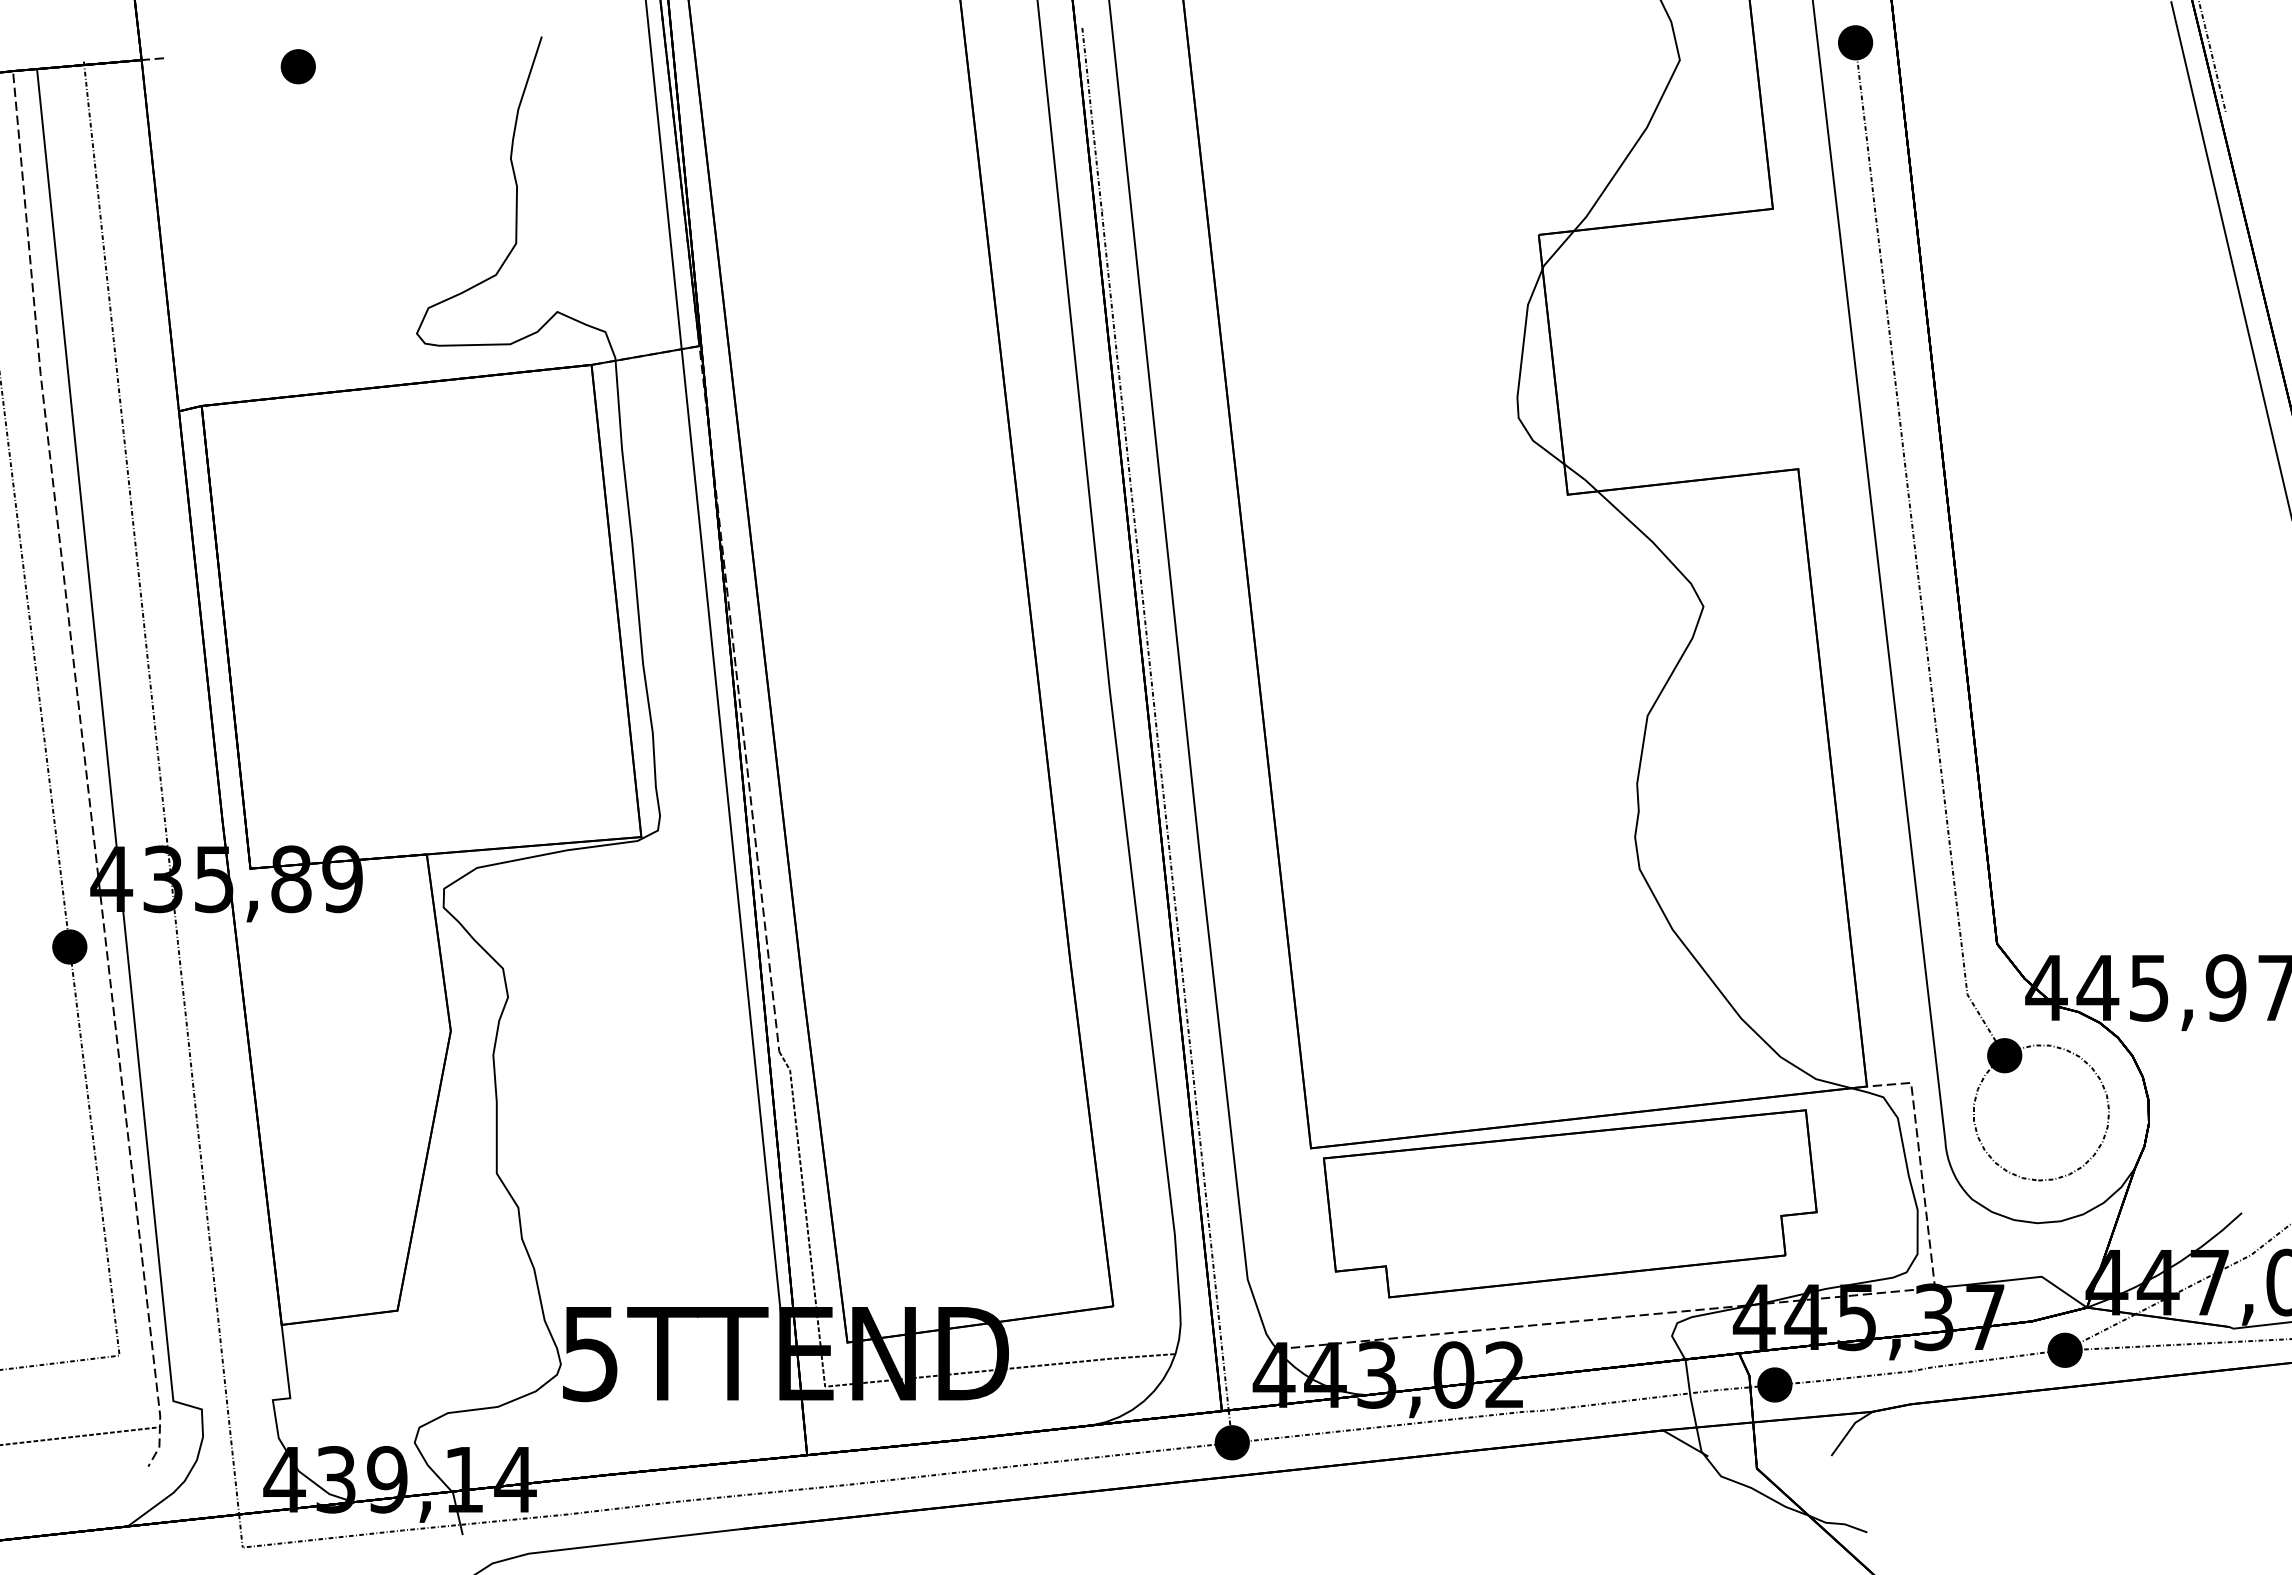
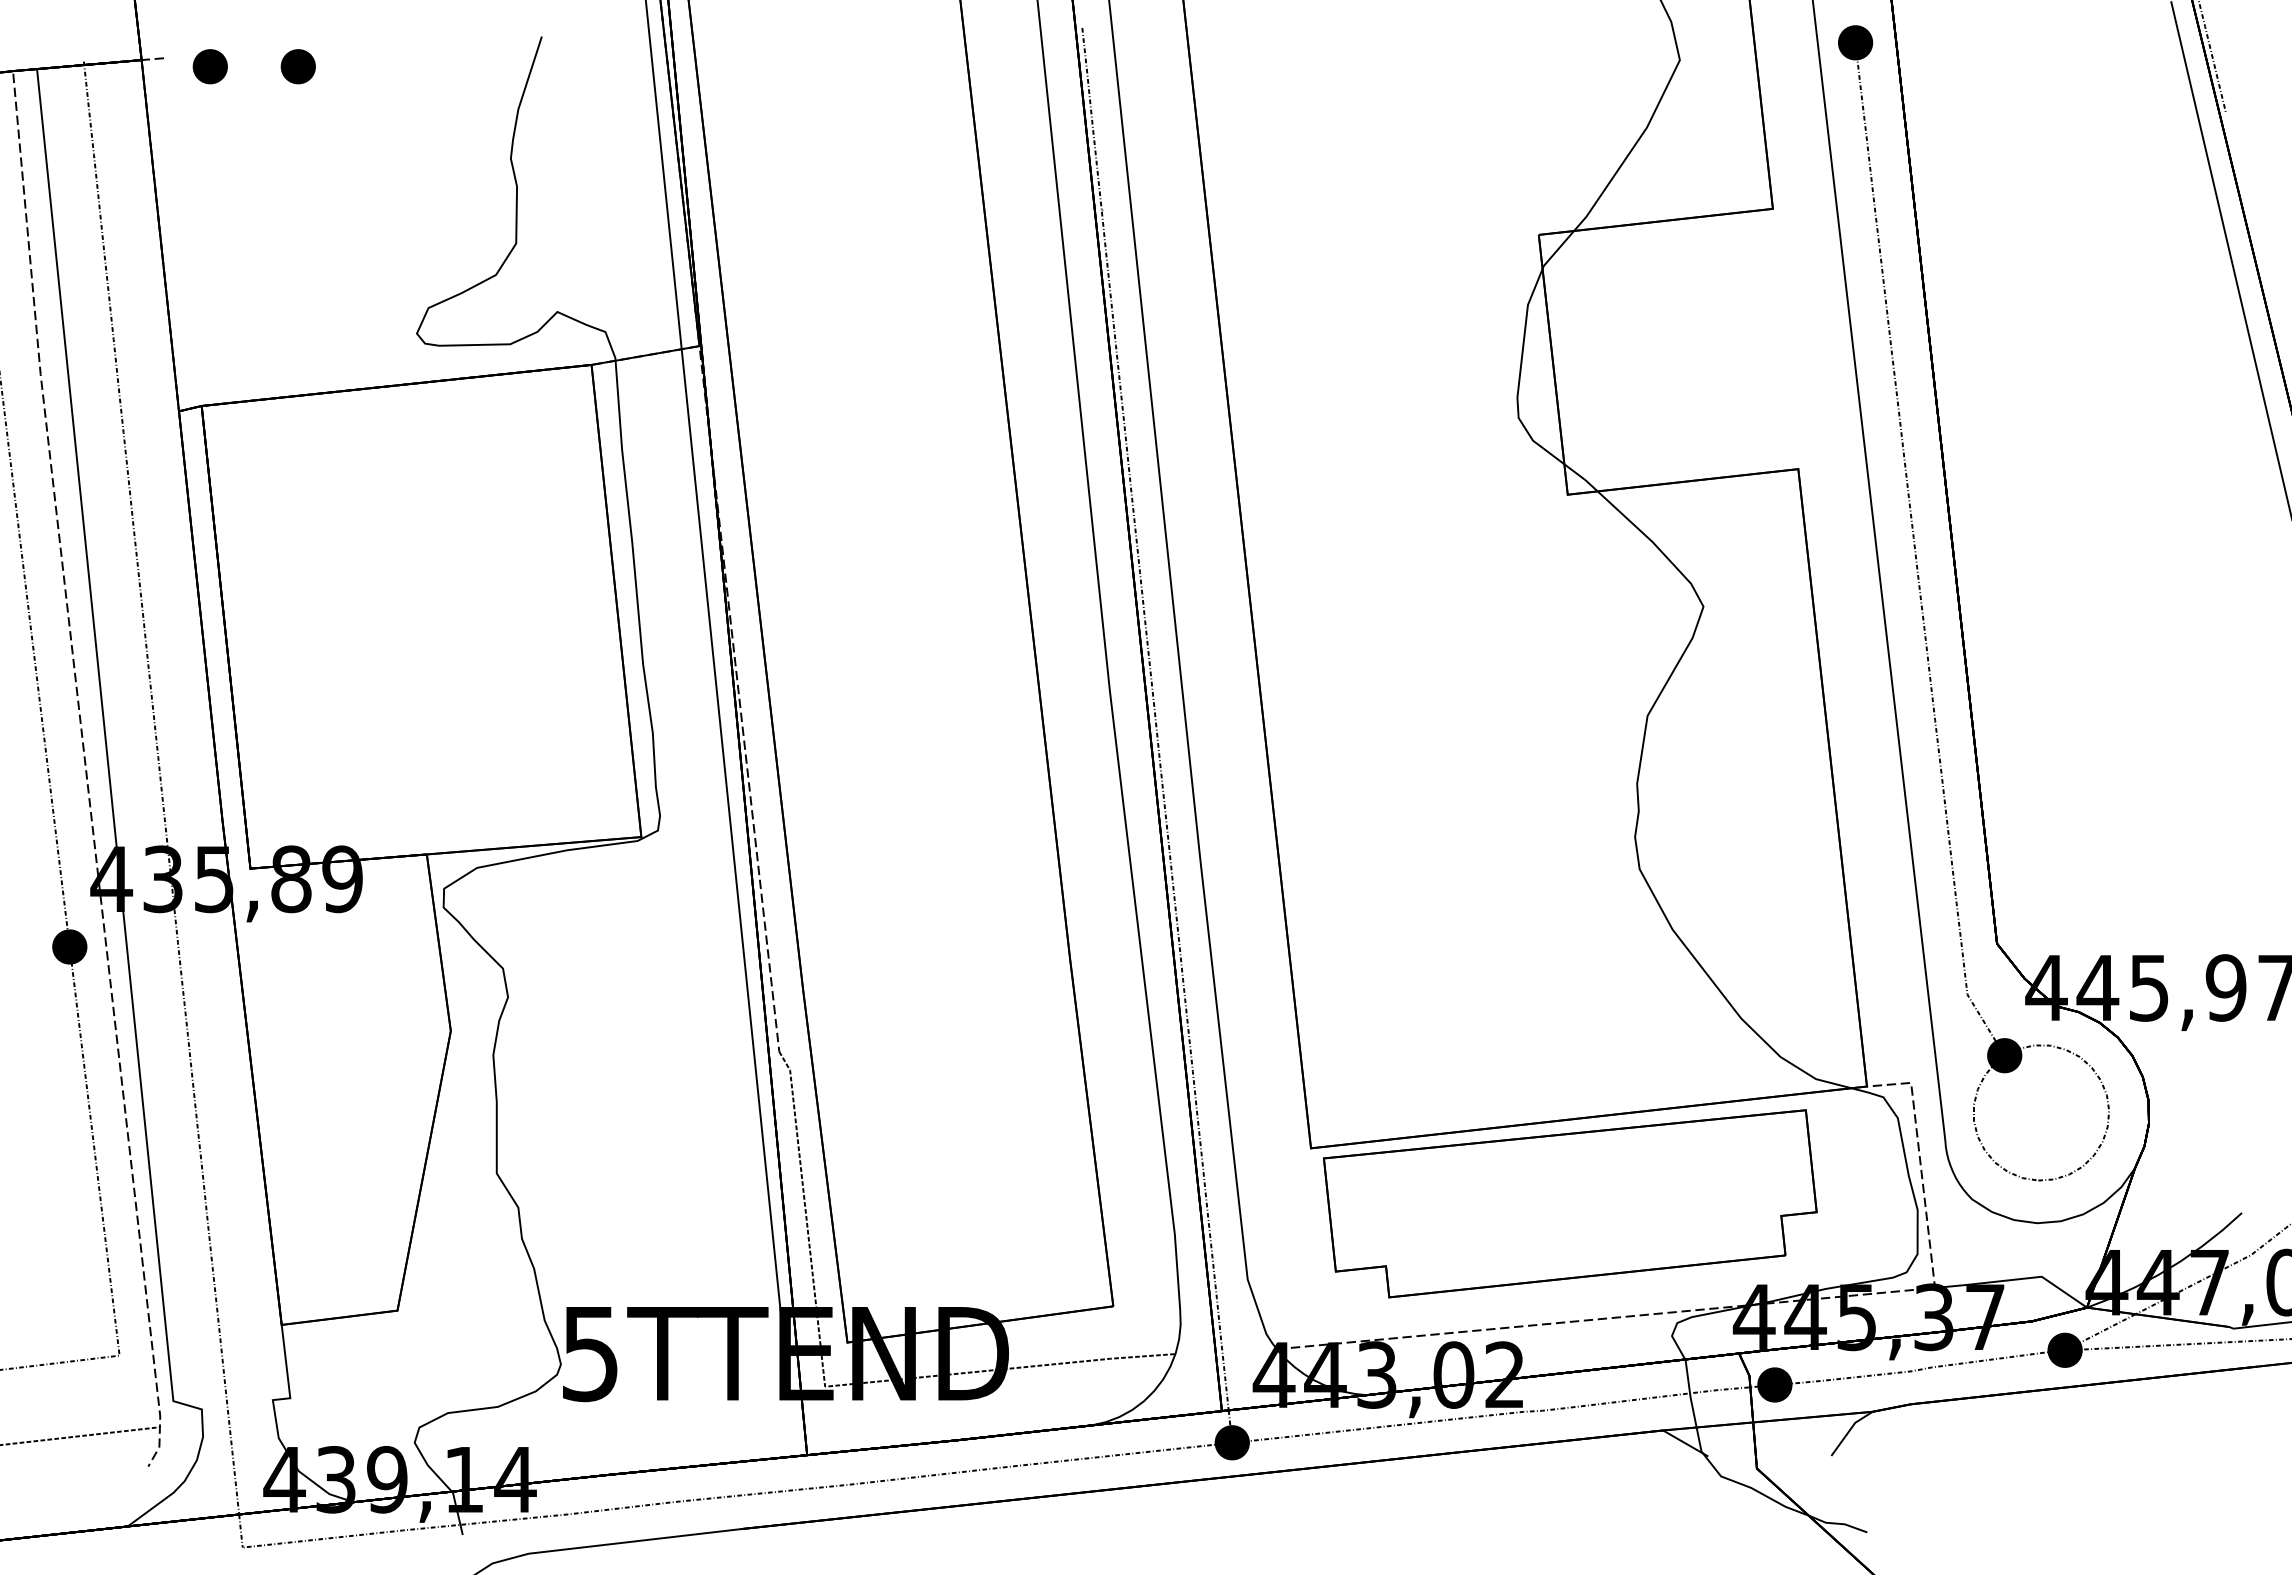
part at (209, 66): none -> present
